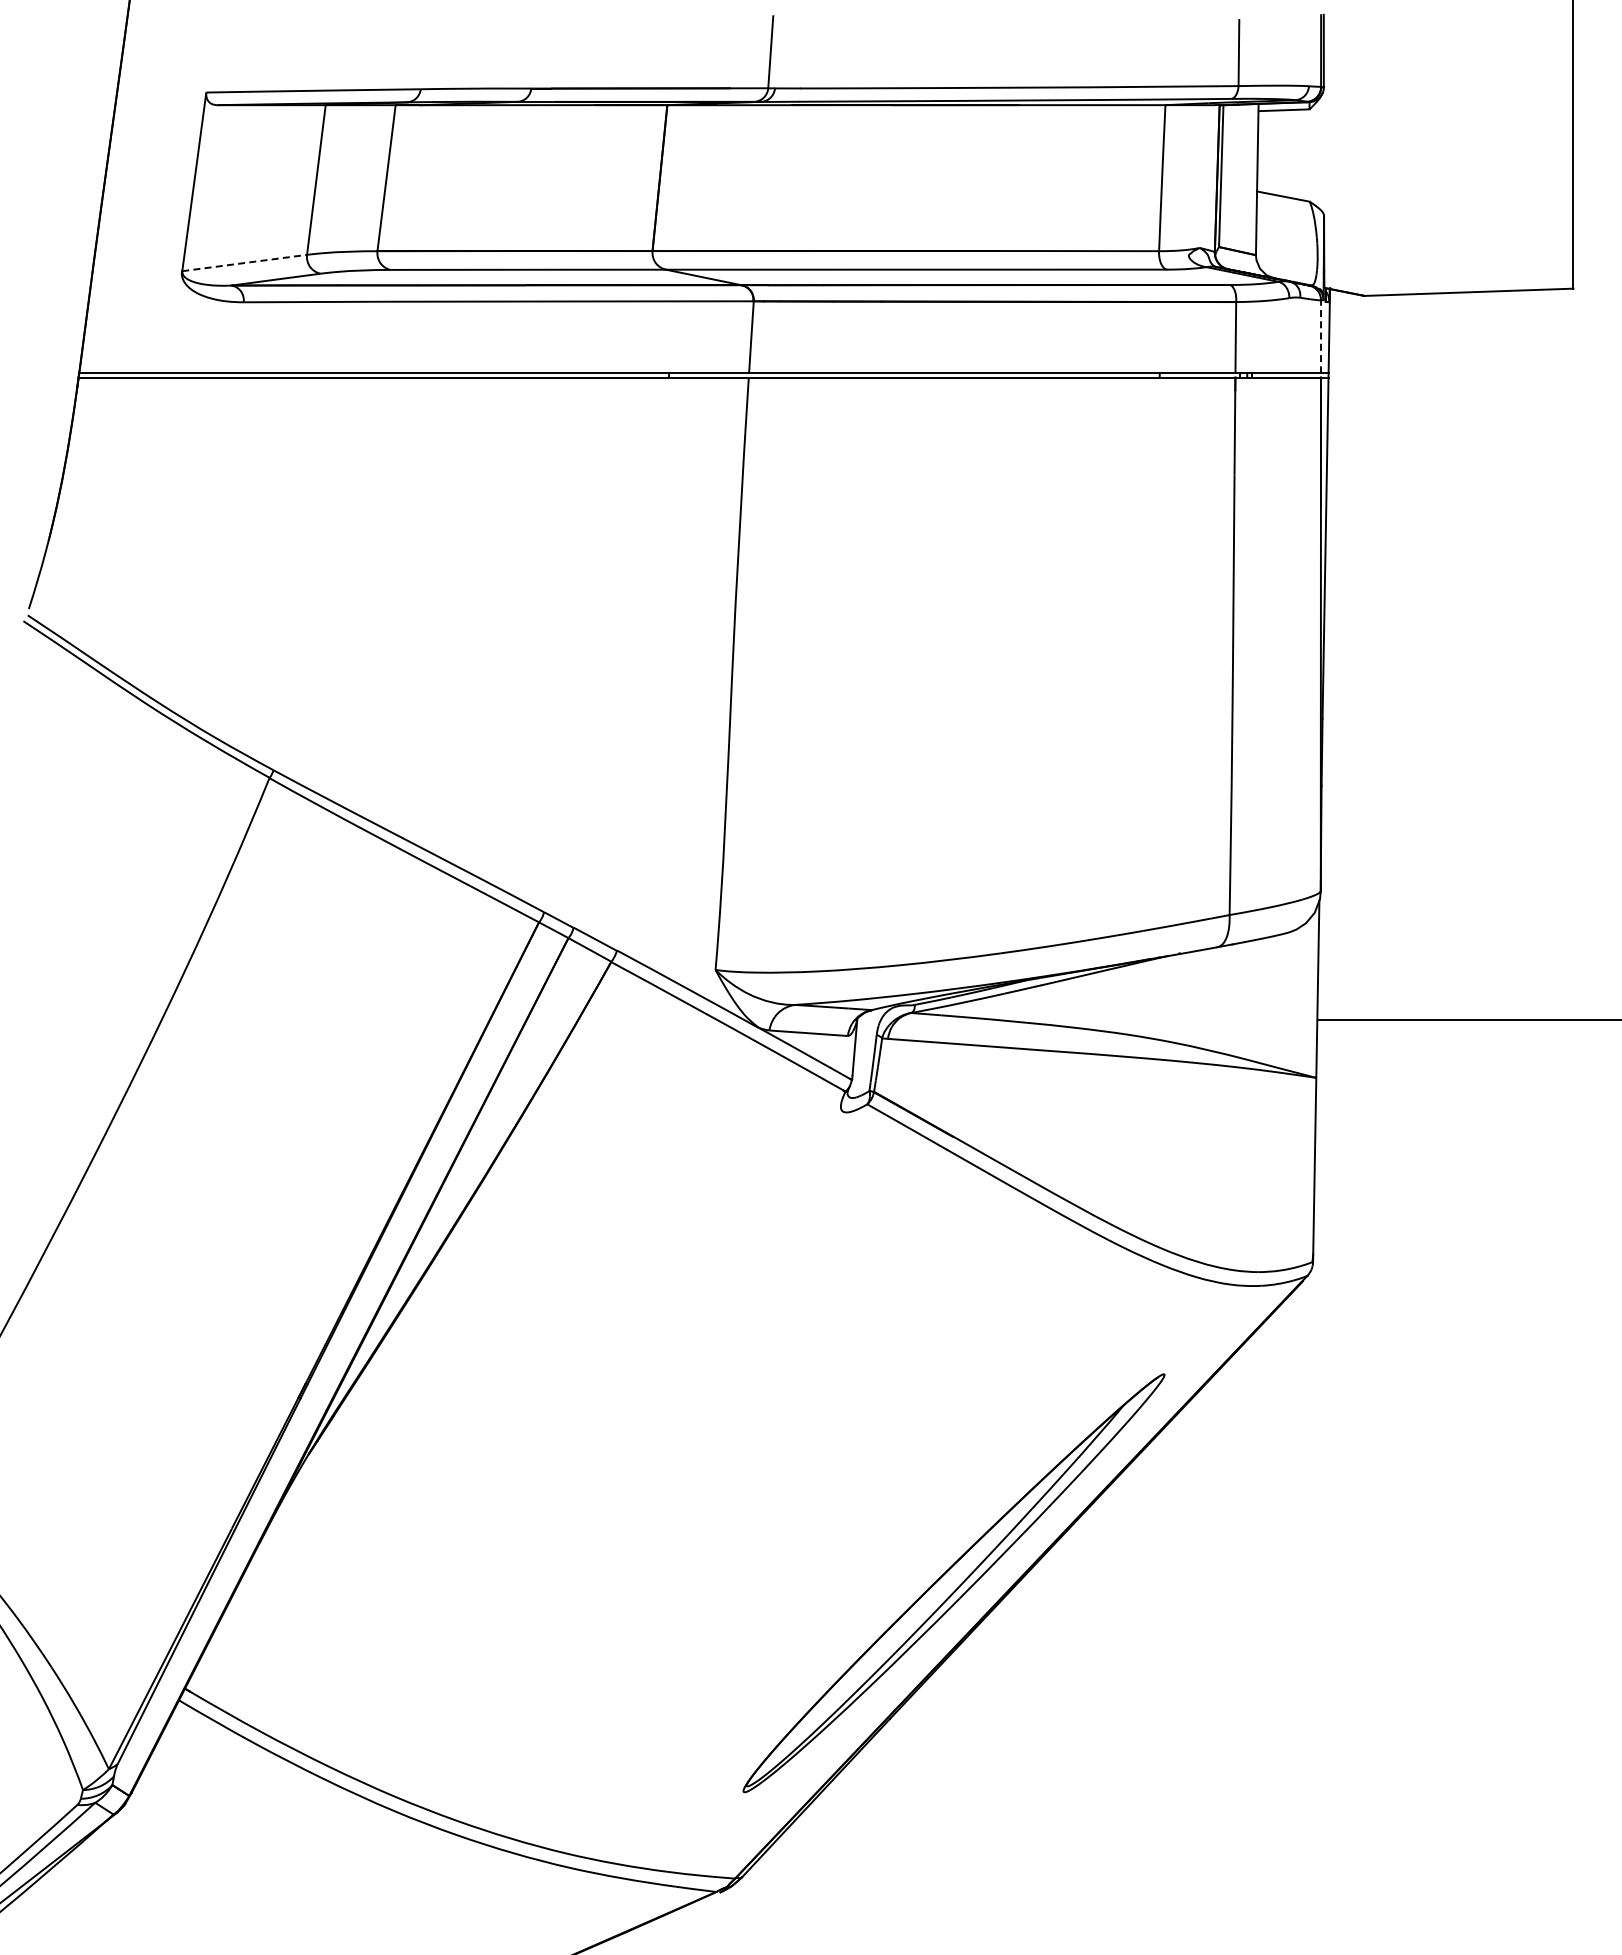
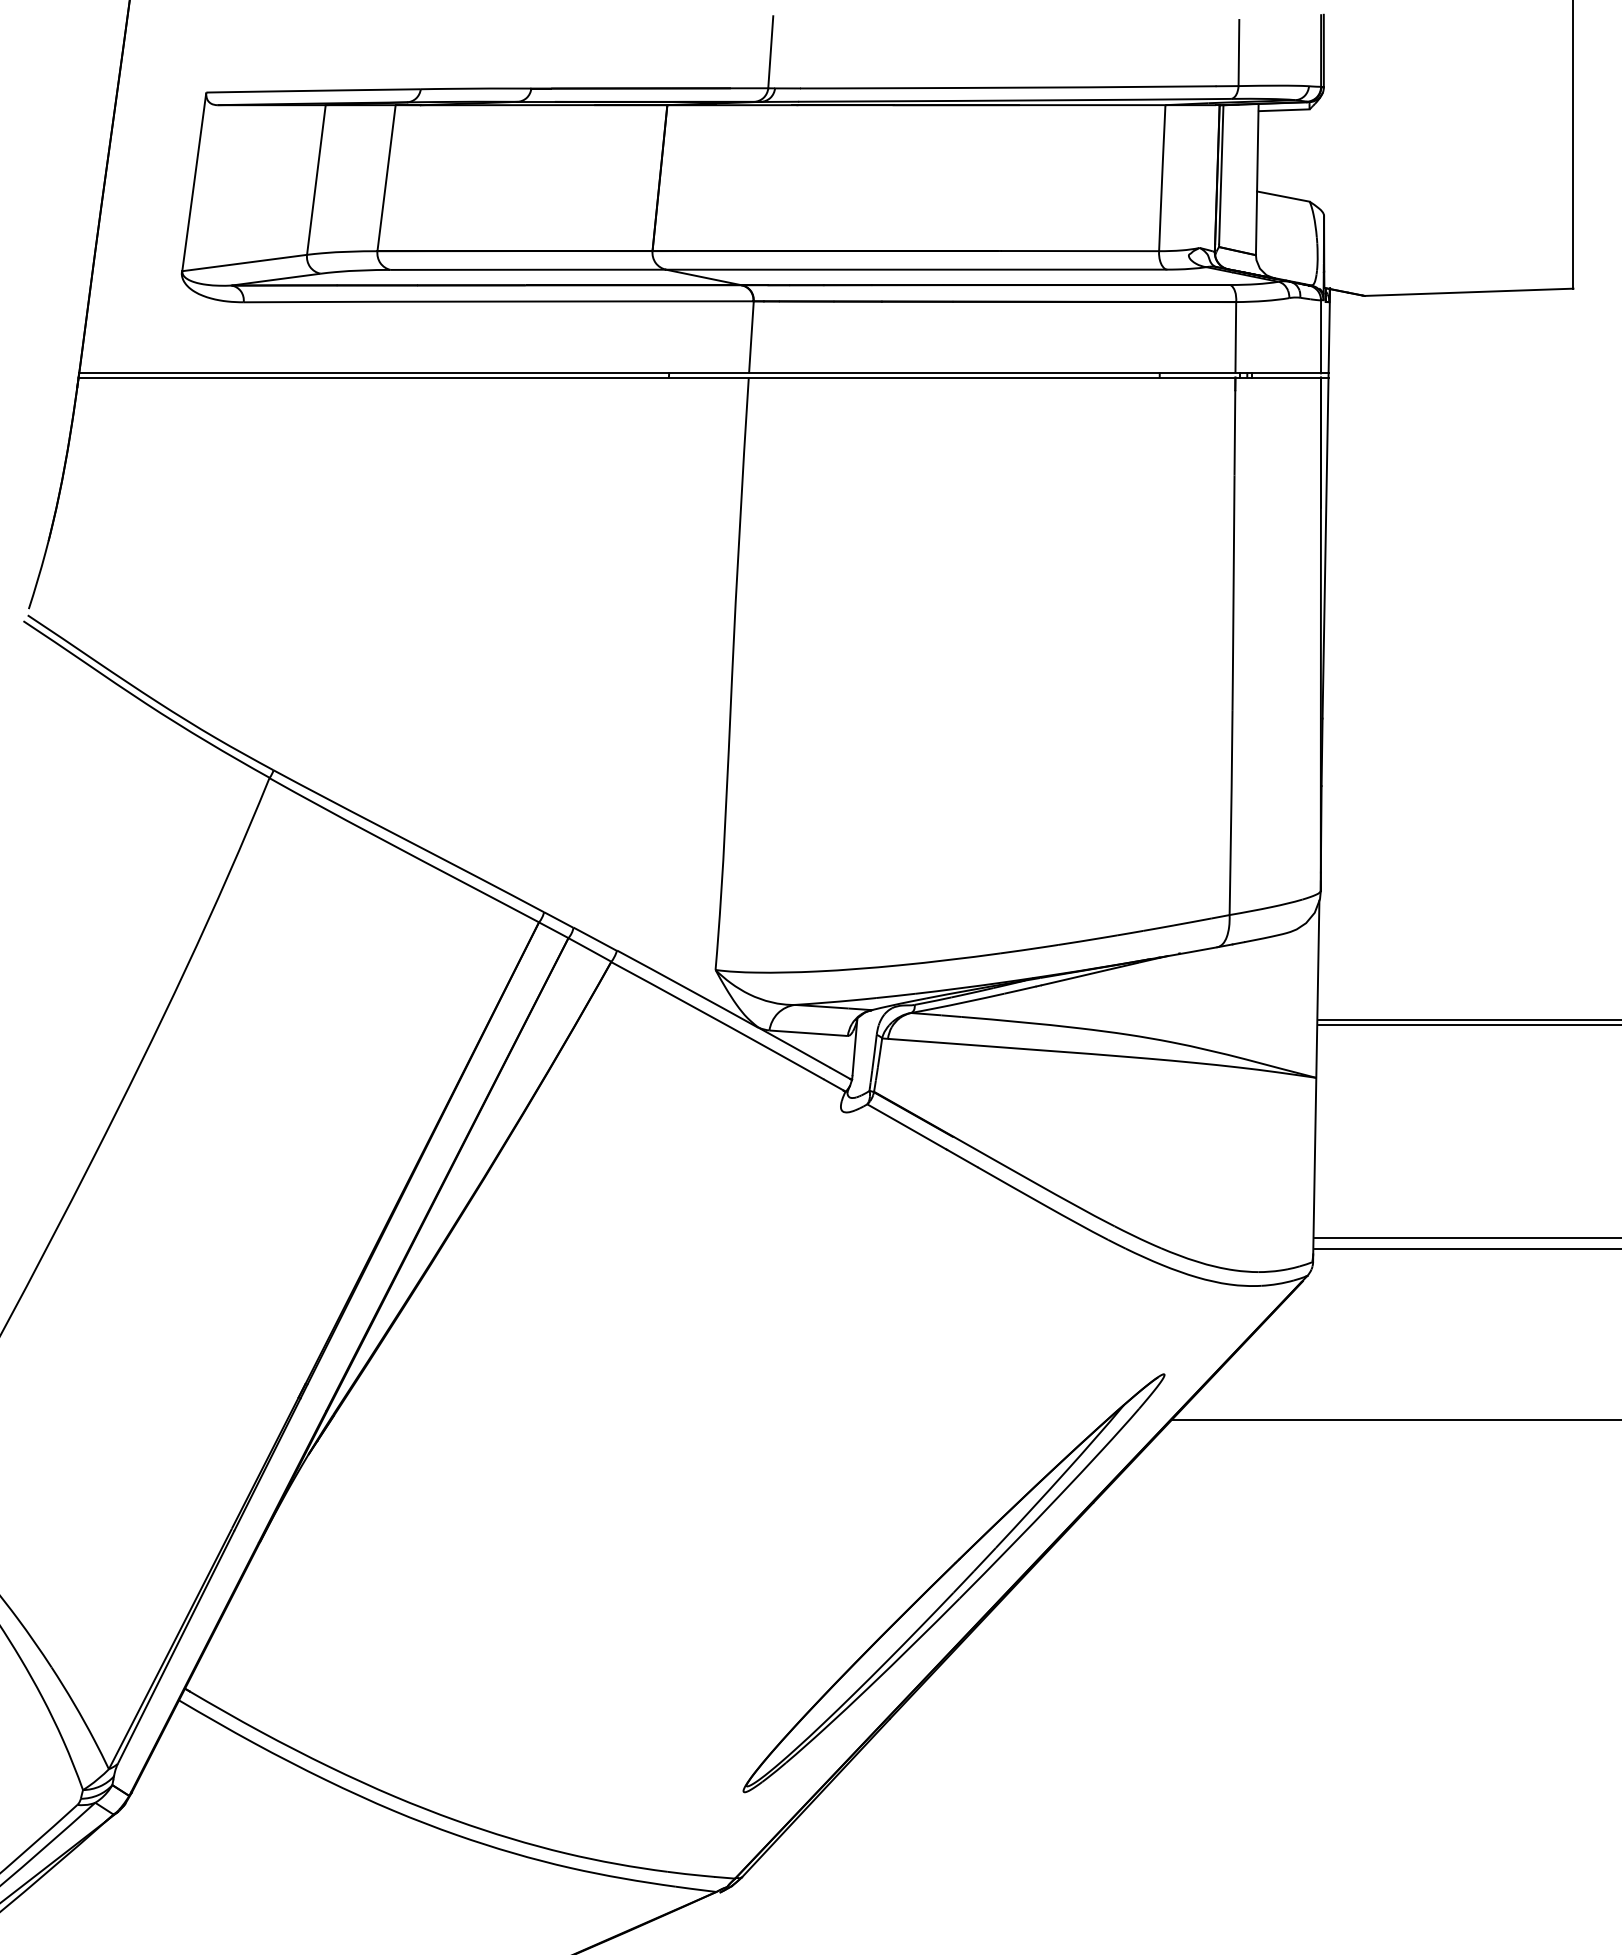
line at (244, 263): dashed -> solid
line at (1321, 336): dashed -> solid
line at (1468, 1024): none -> present
line at (1466, 1238): none -> present
line at (1466, 1248): none -> present
line at (1395, 1419): none -> present
